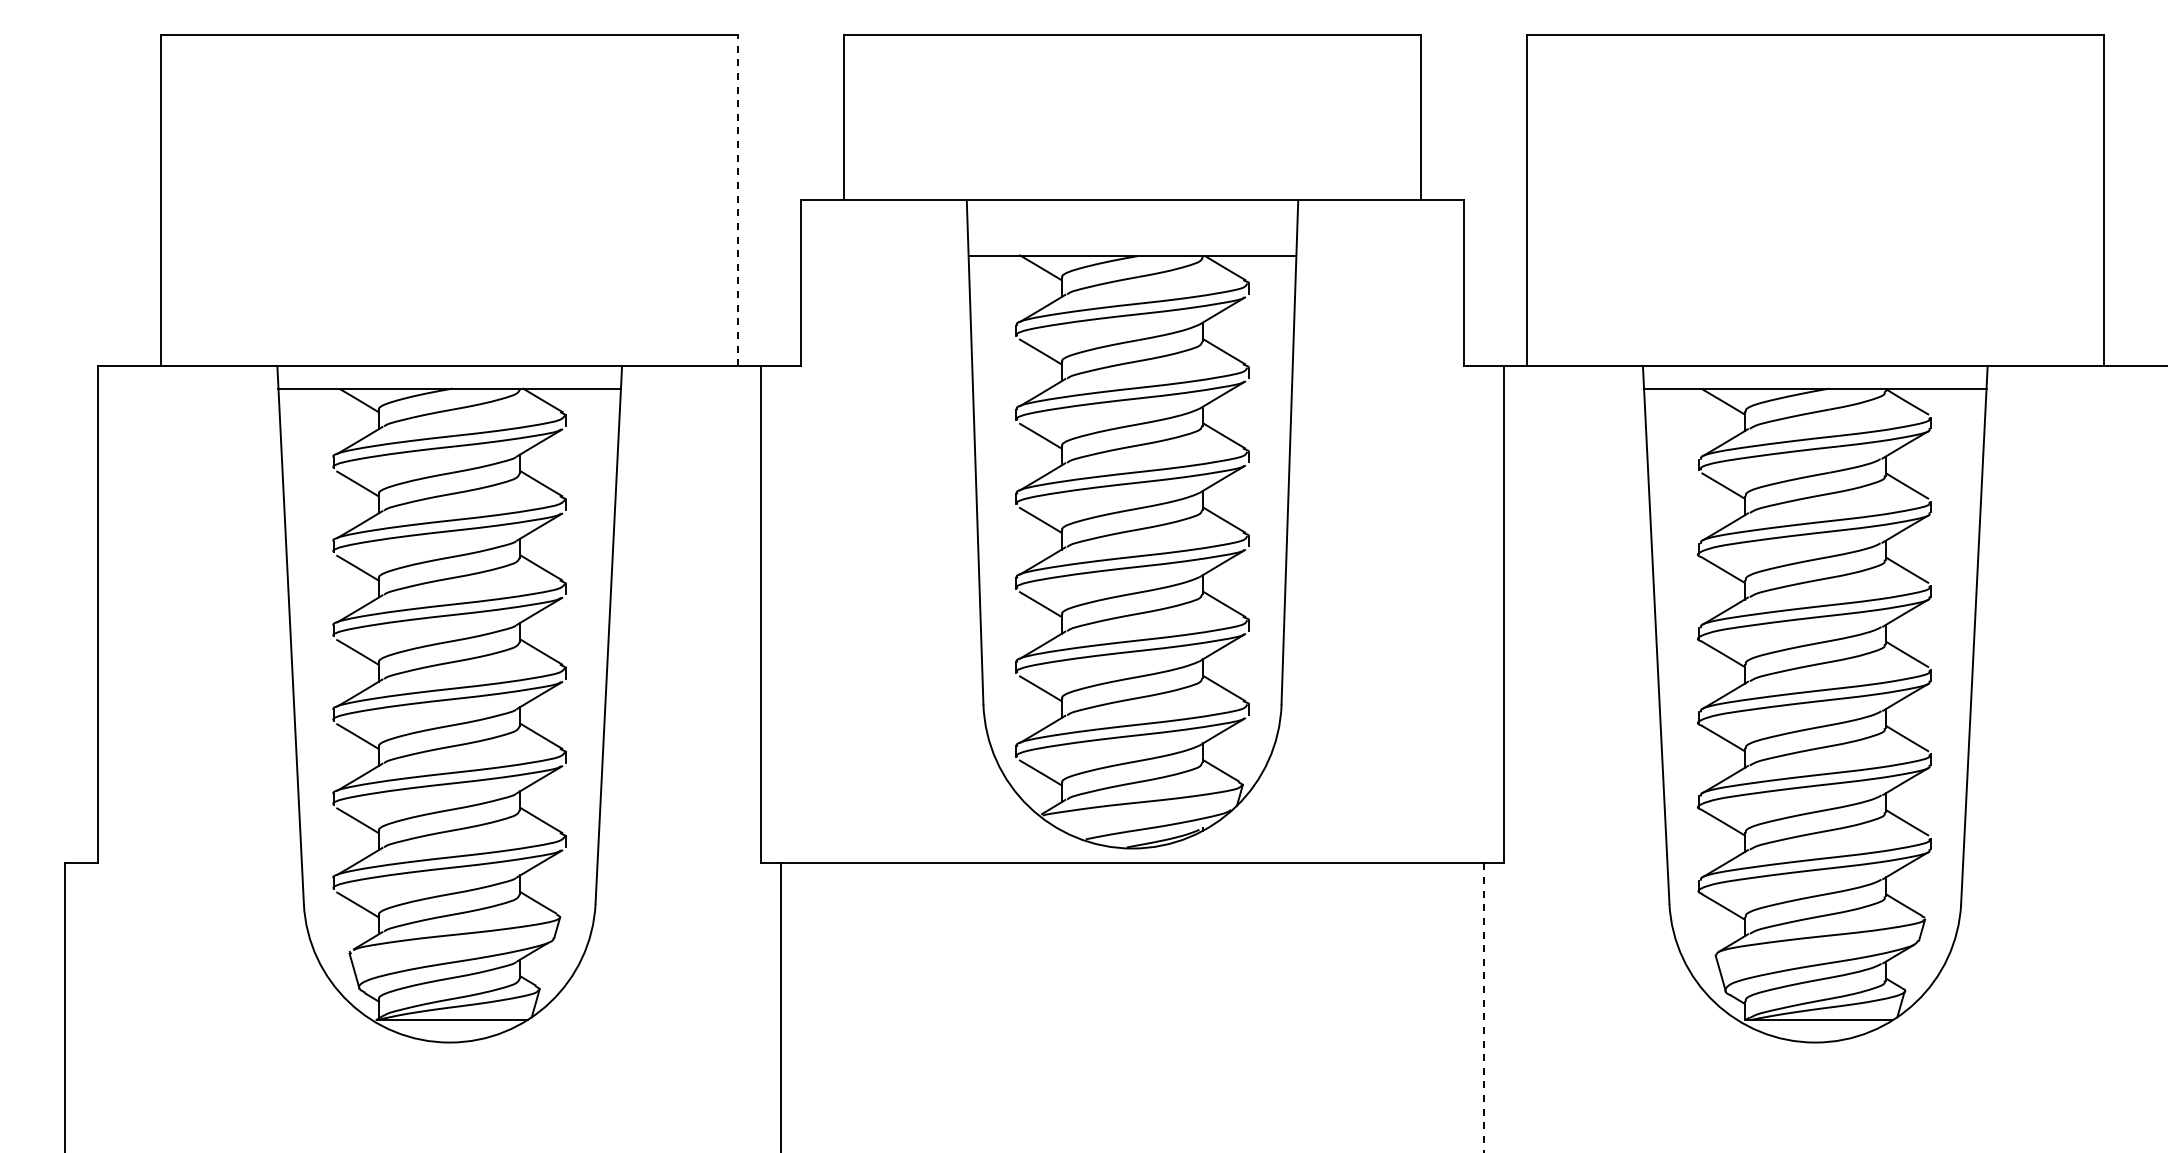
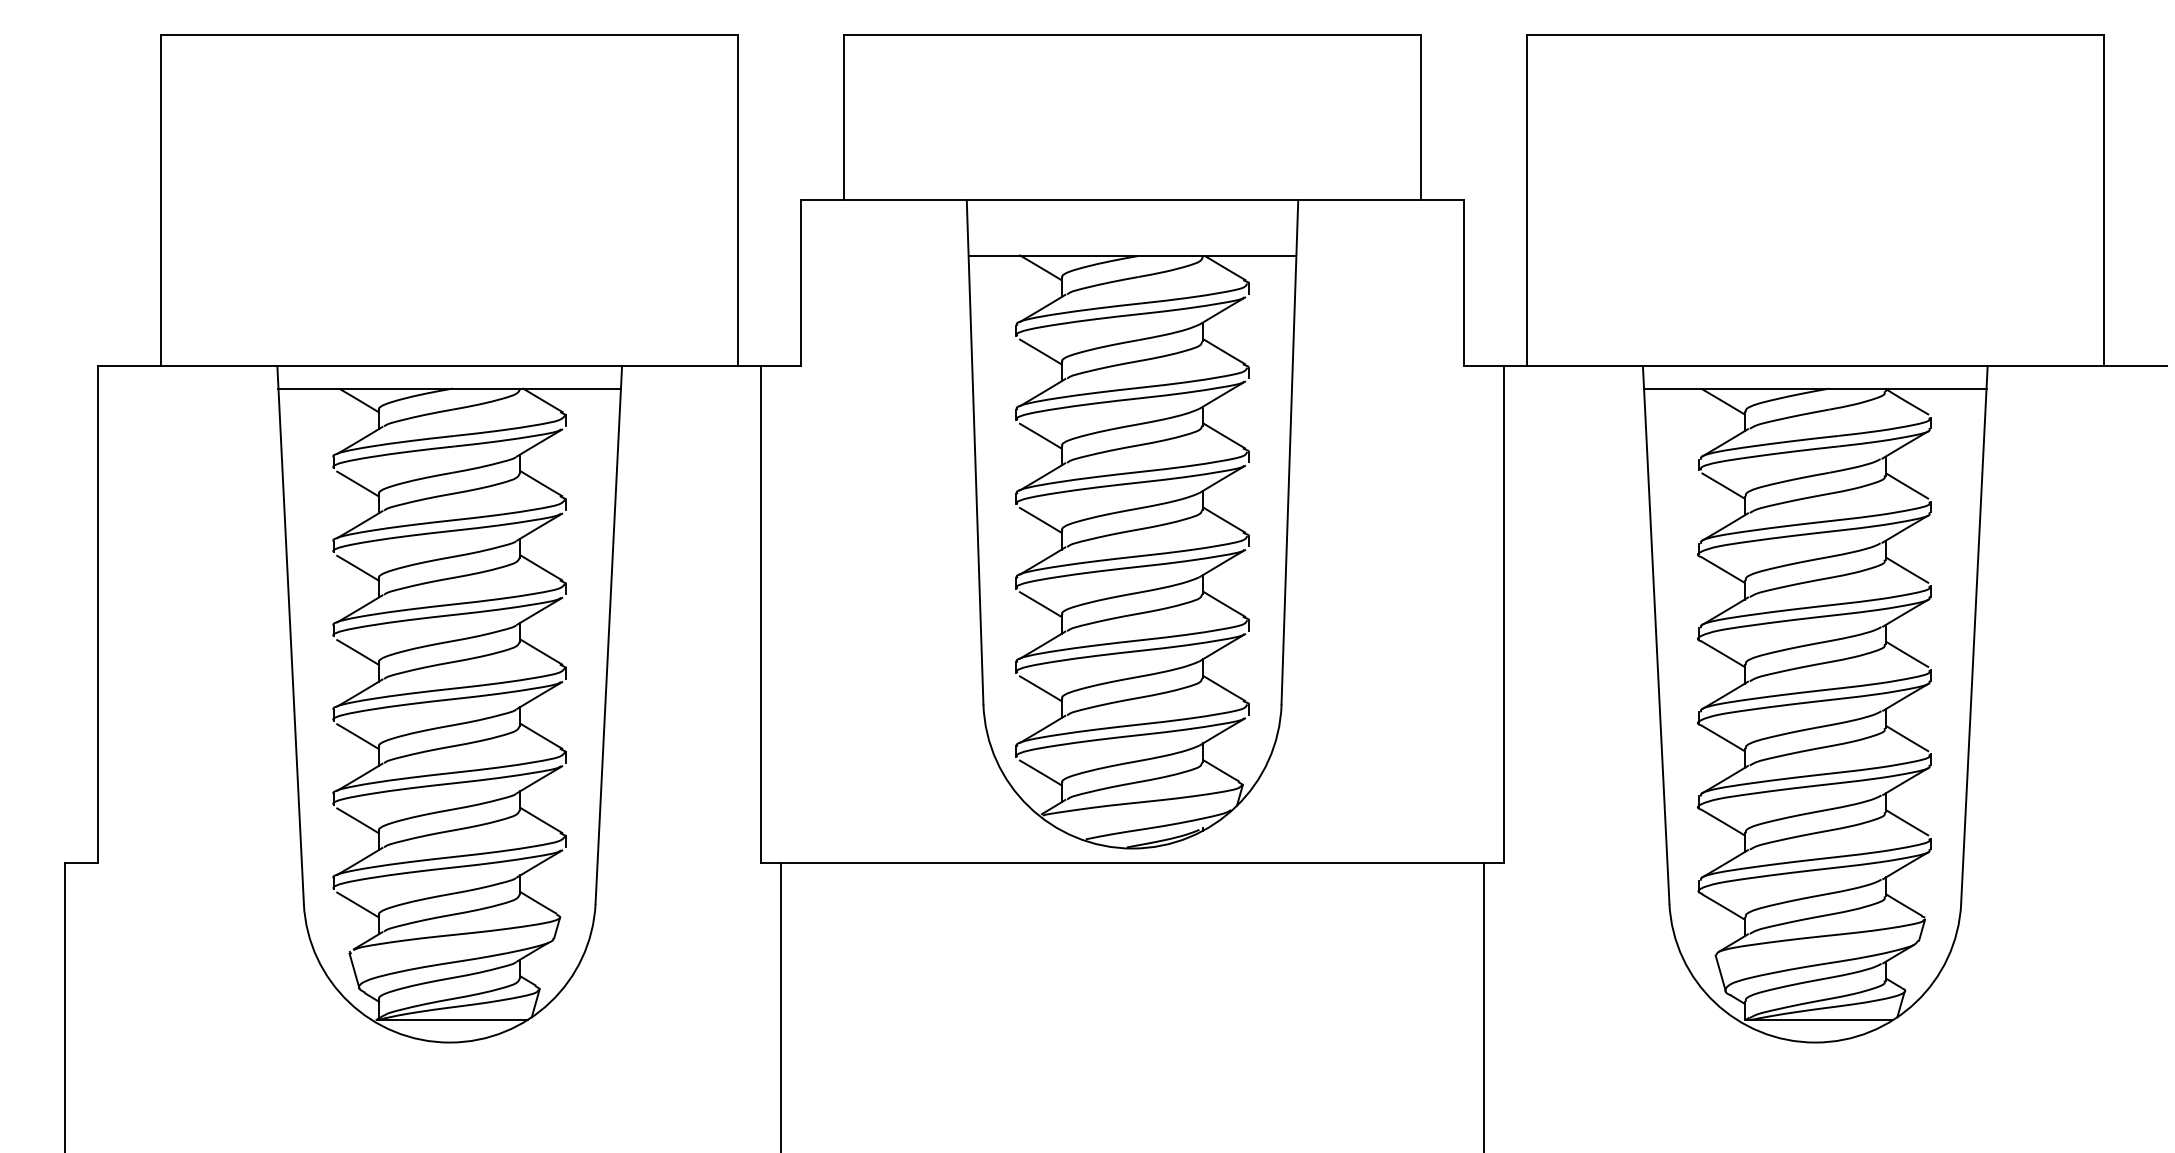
line at (738, 200): dashed -> solid
line at (1483, 1008): dashed -> solid
